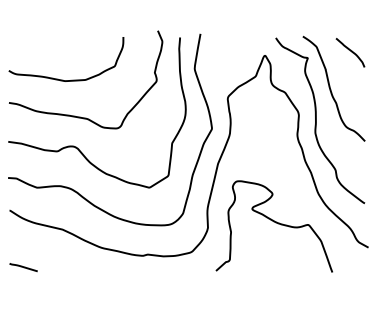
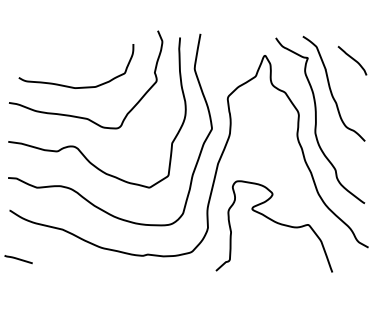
curve at (350, 51) position: (350, 51) -> (352, 59)
curve at (63, 79) position: (63, 79) -> (73, 86)
line at (23, 267) position: (23, 267) -> (18, 259)
